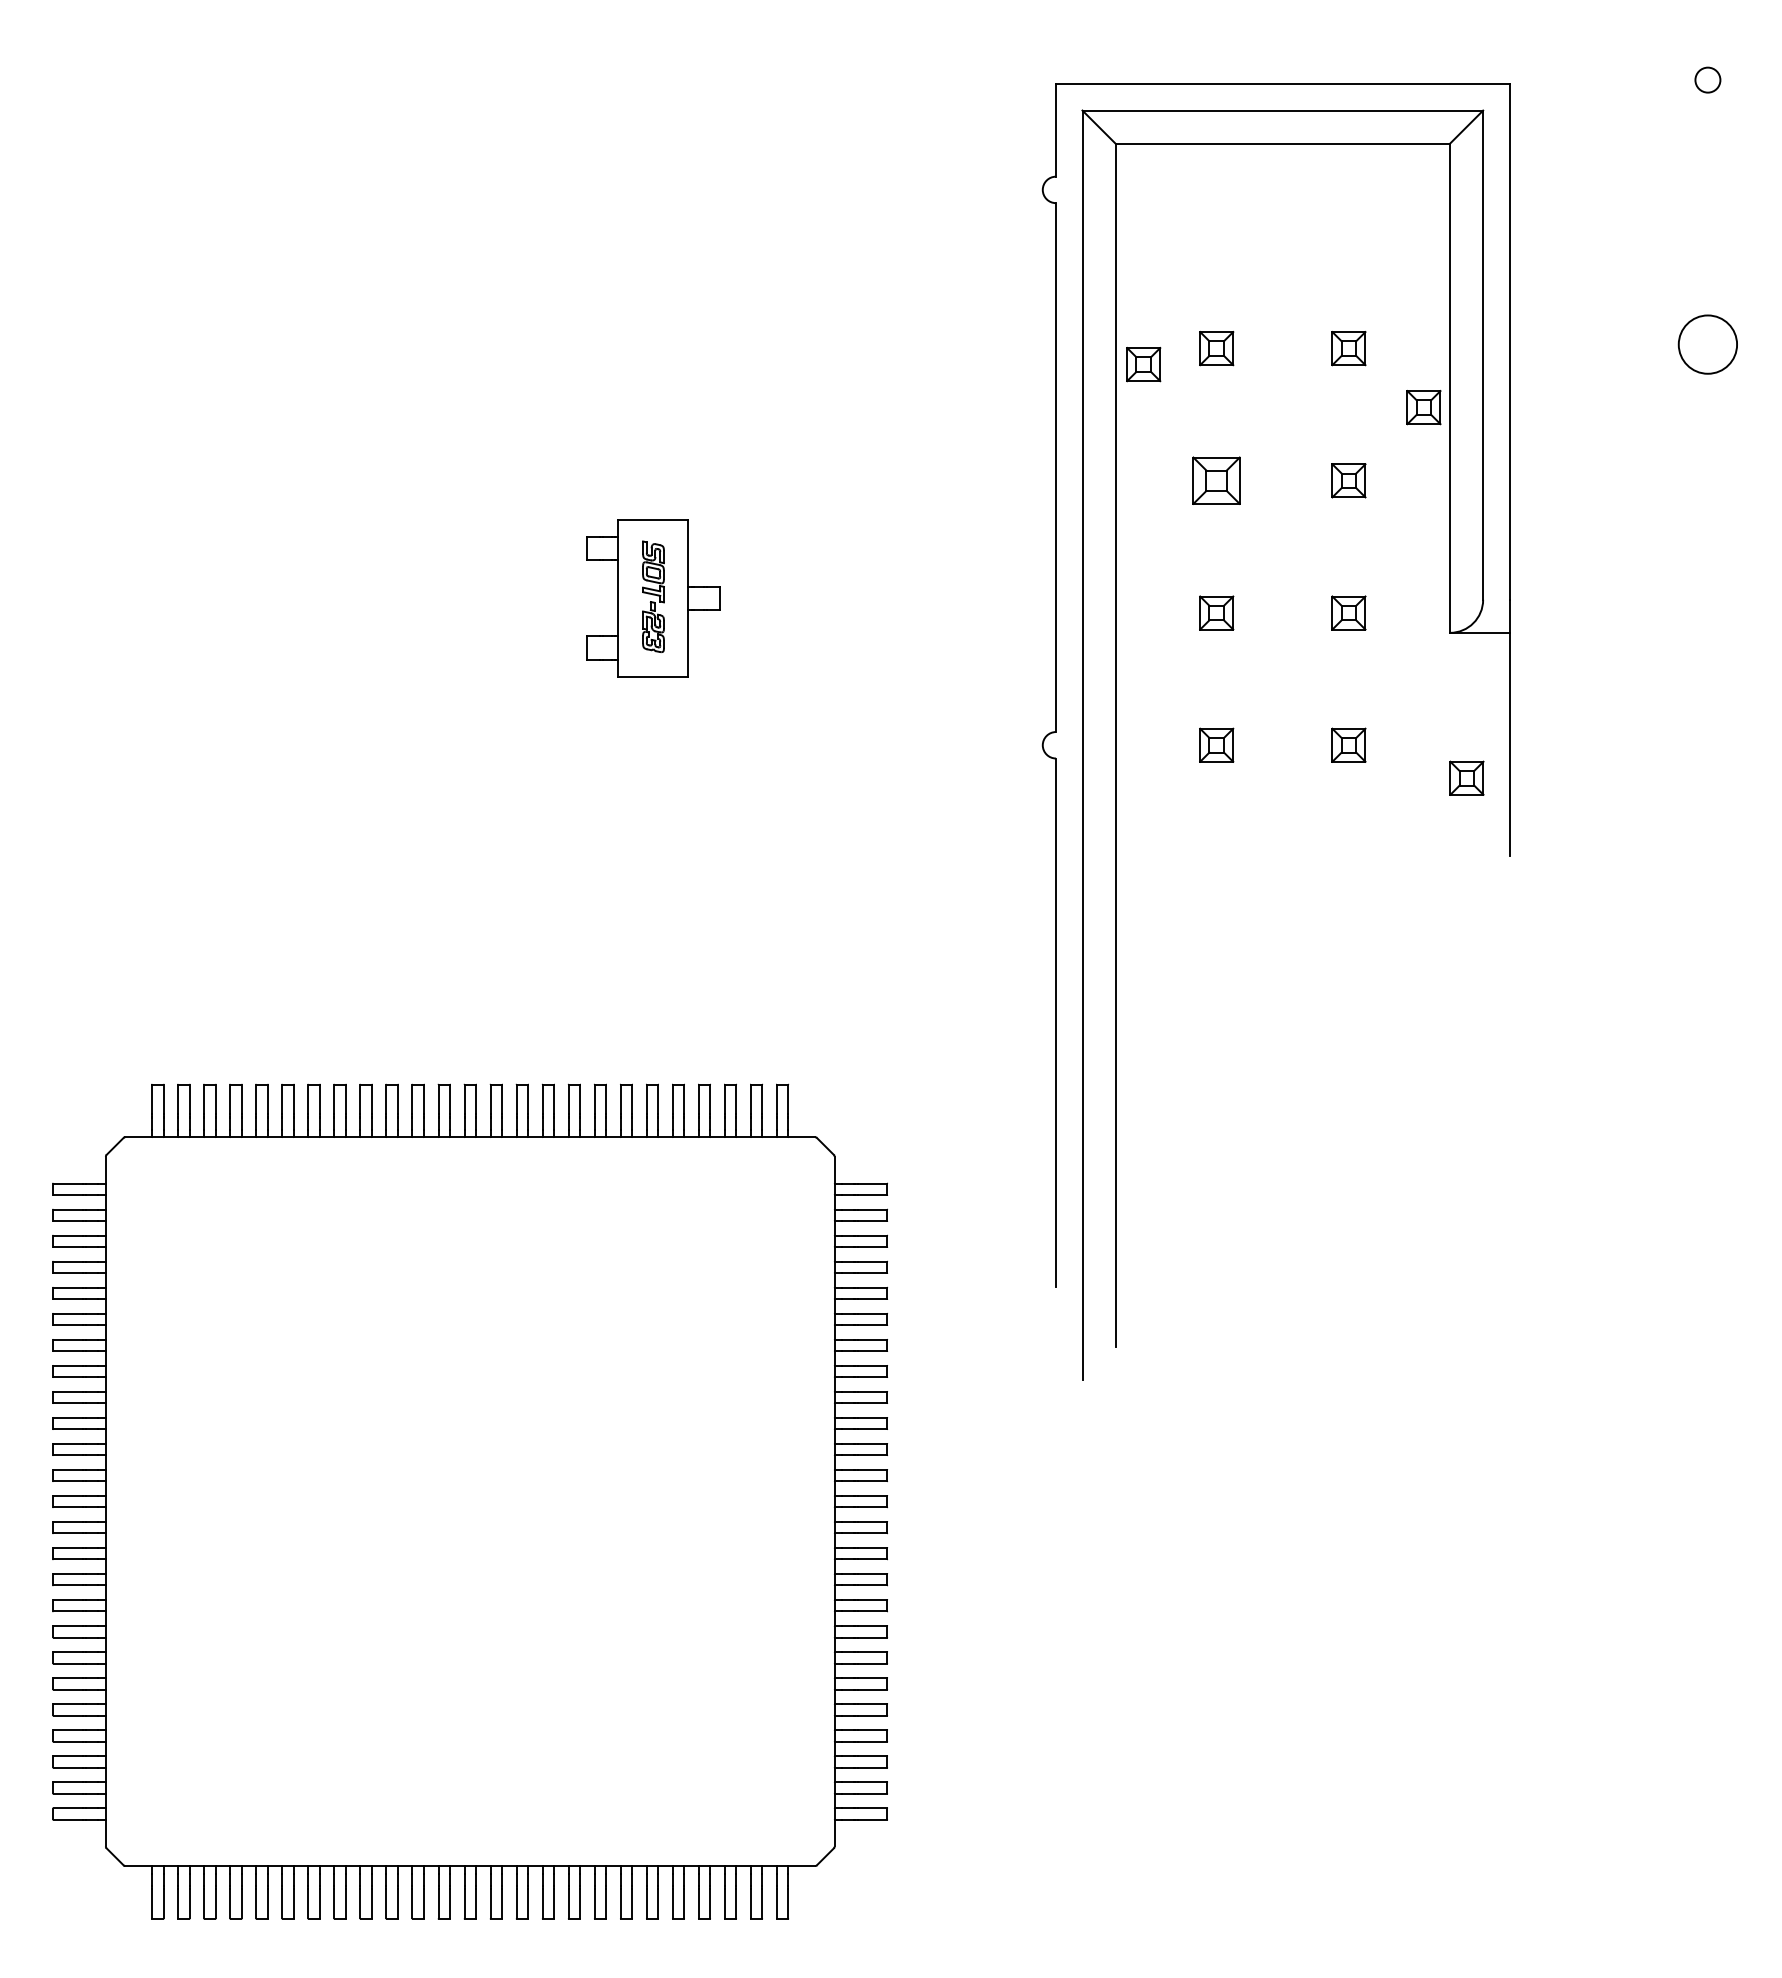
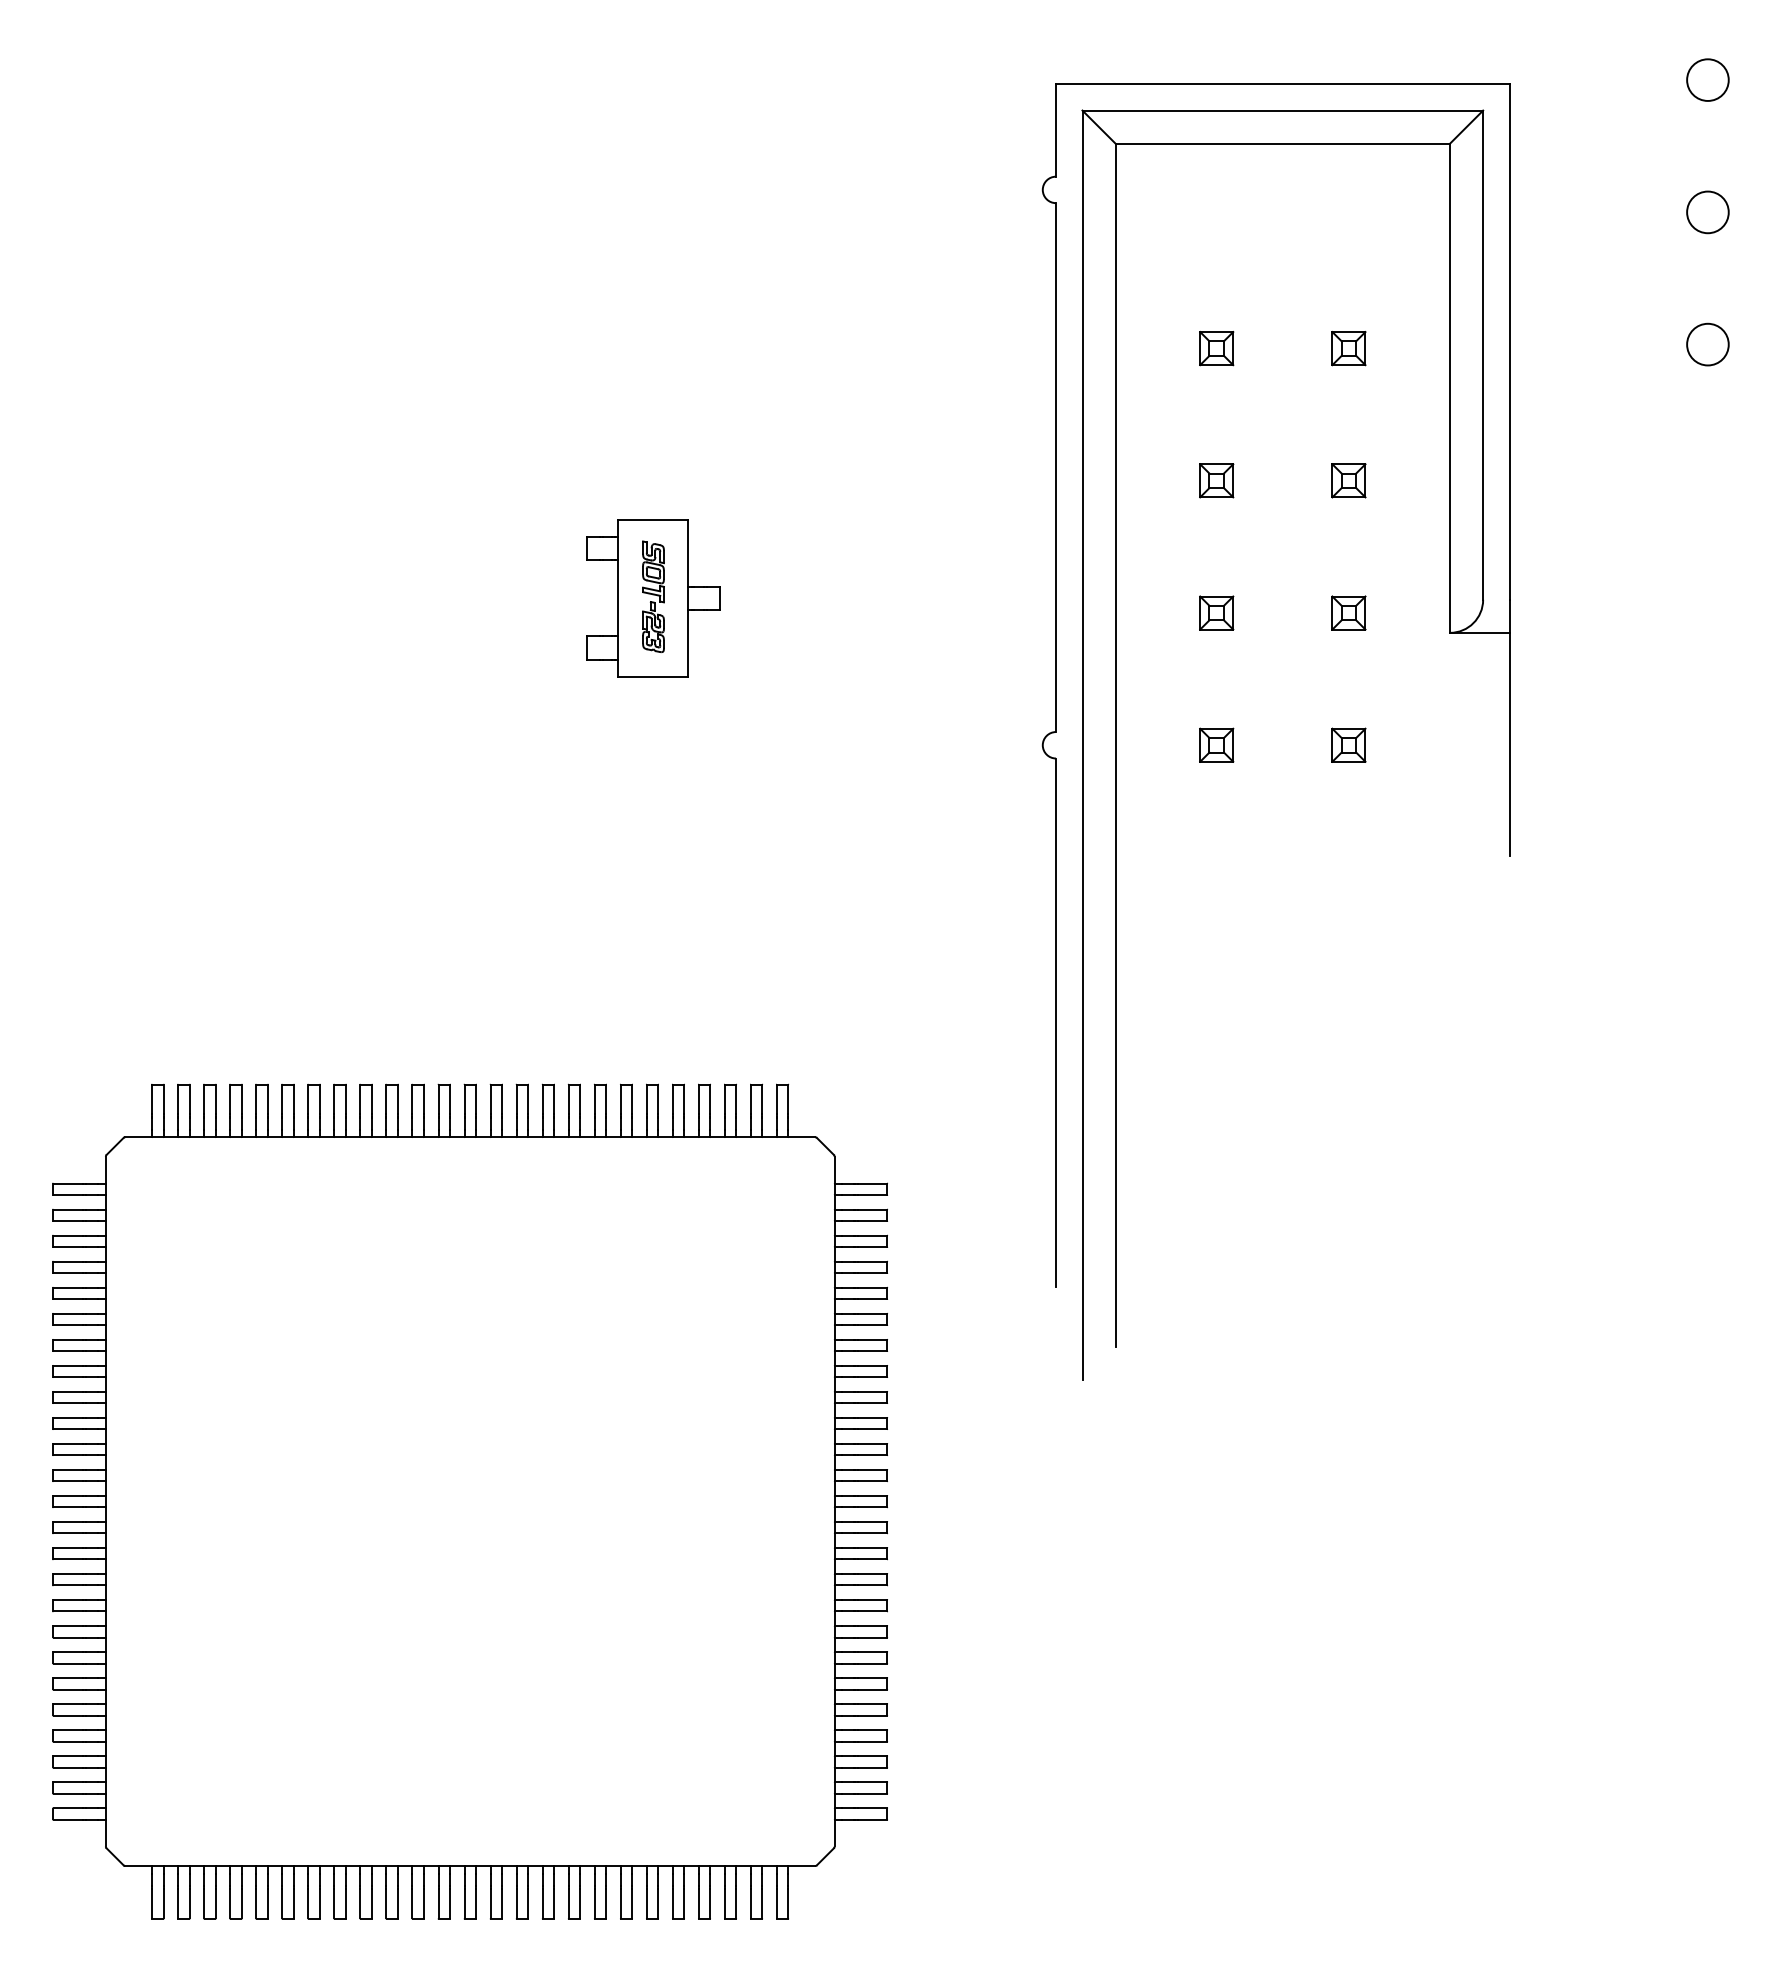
circle at (1707, 79) diameter: 25 px -> 42 px
circle at (1707, 212): none -> present
circle at (1707, 344) diameter: 58 px -> 42 px
part at (1143, 364): present -> none
part at (1423, 407): present -> none
part at (1216, 480) size: 49x49 px -> 36x36 px
part at (1466, 777): present -> none
